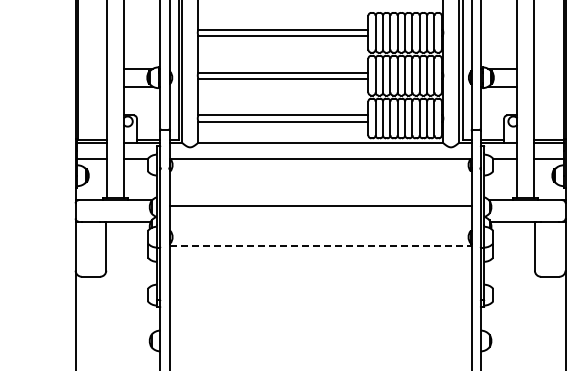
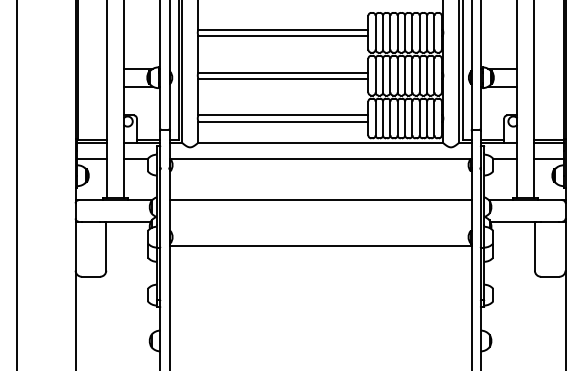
line at (17, 184): none -> present
line at (320, 206) position: (320, 206) -> (320, 200)
line at (320, 245): dashed -> solid
